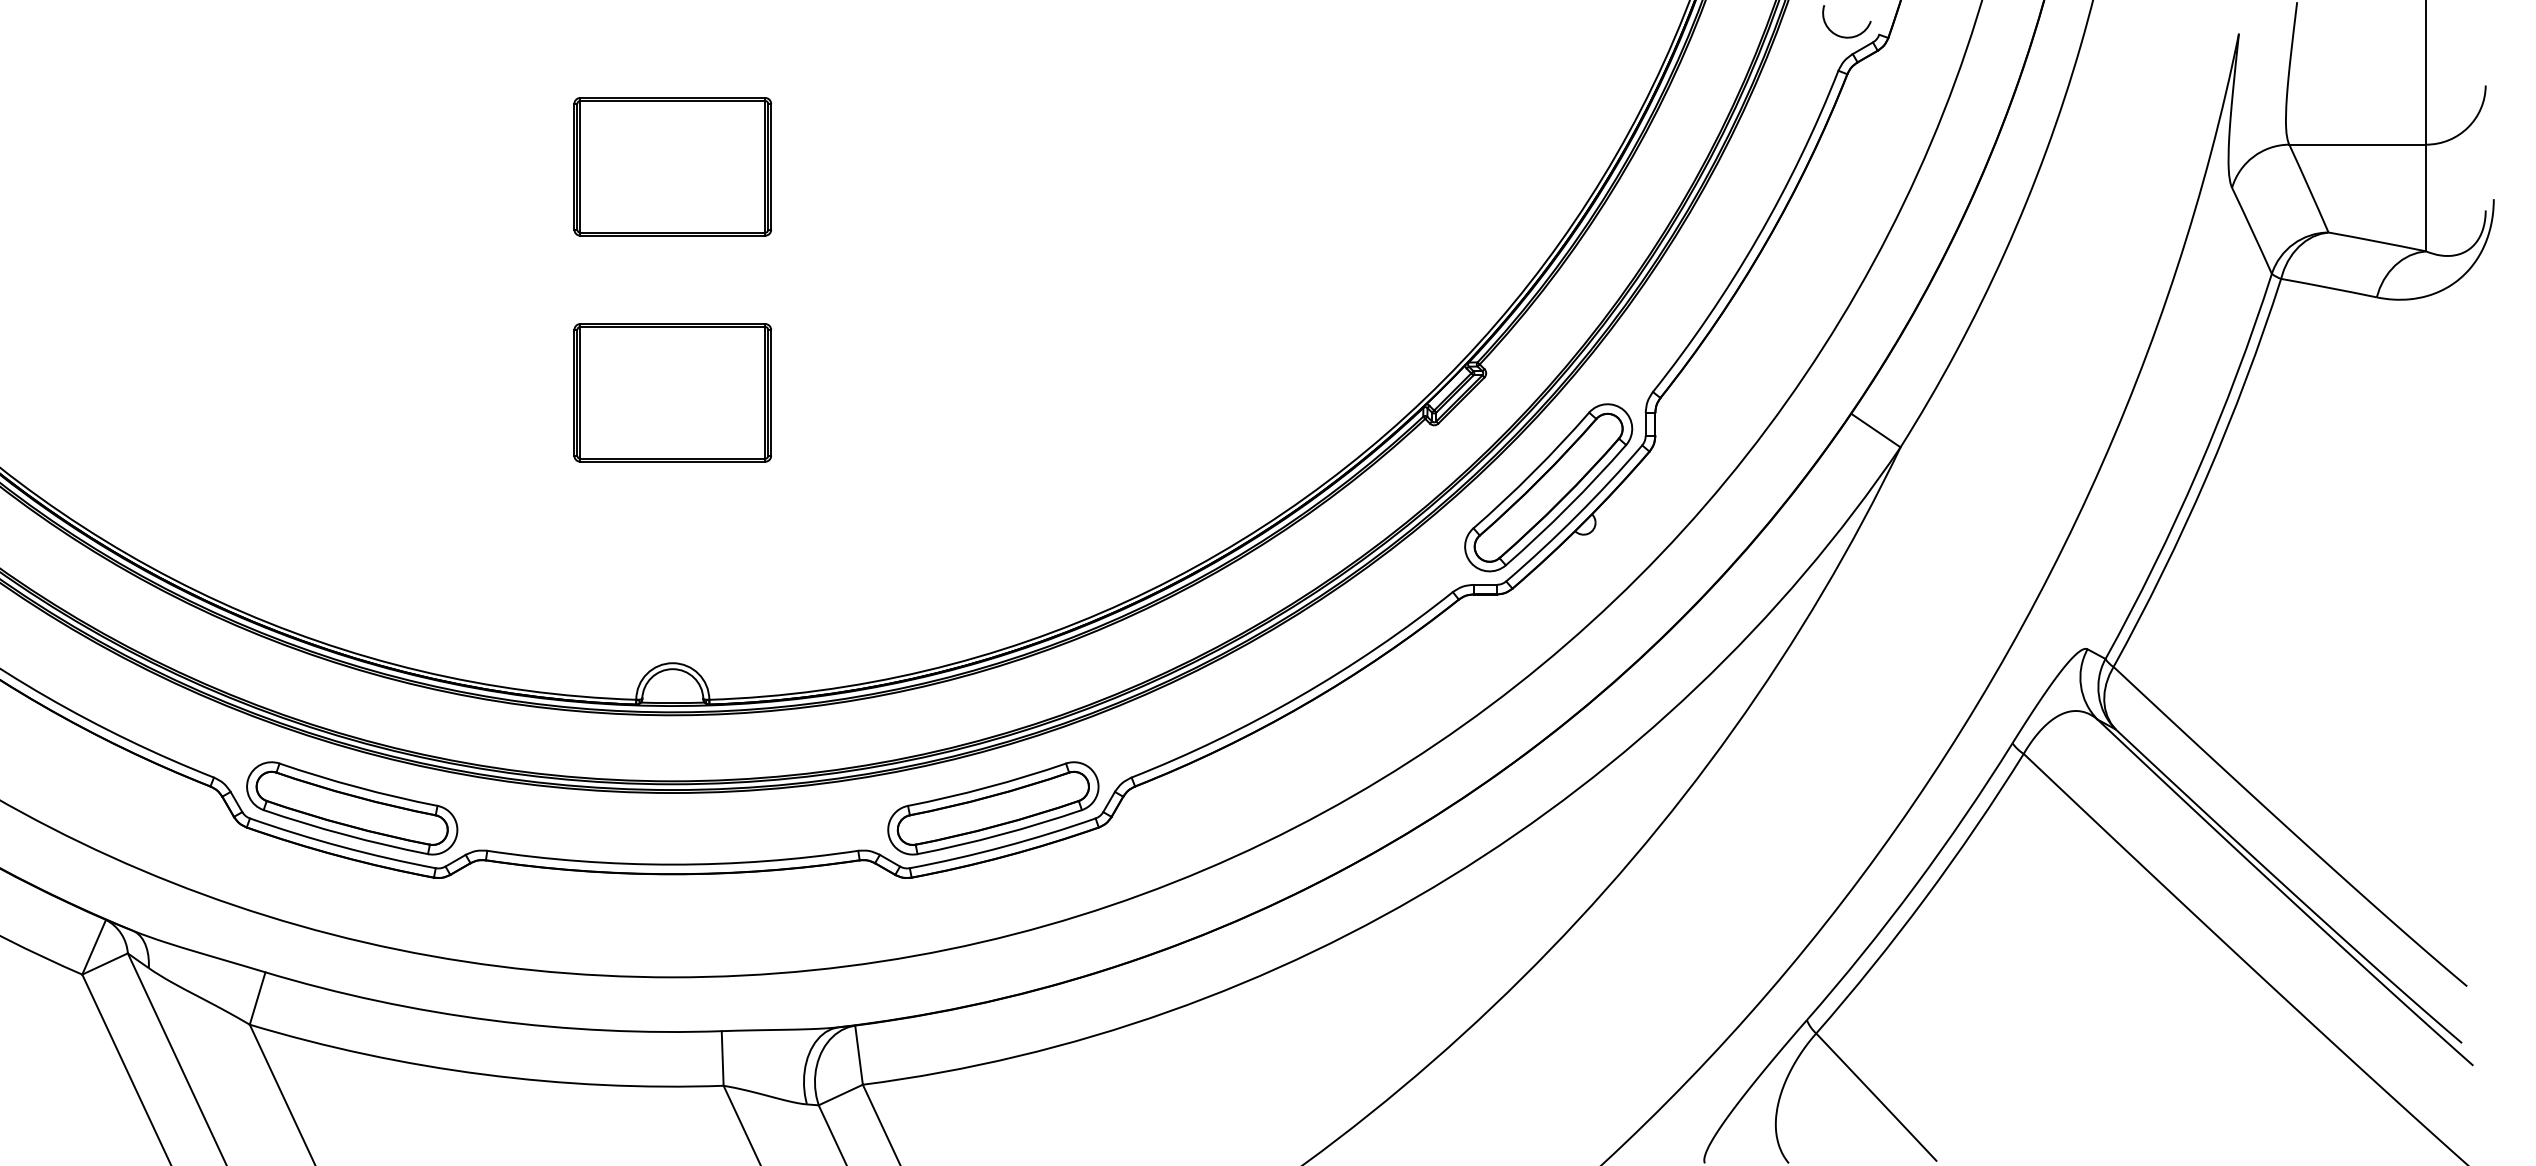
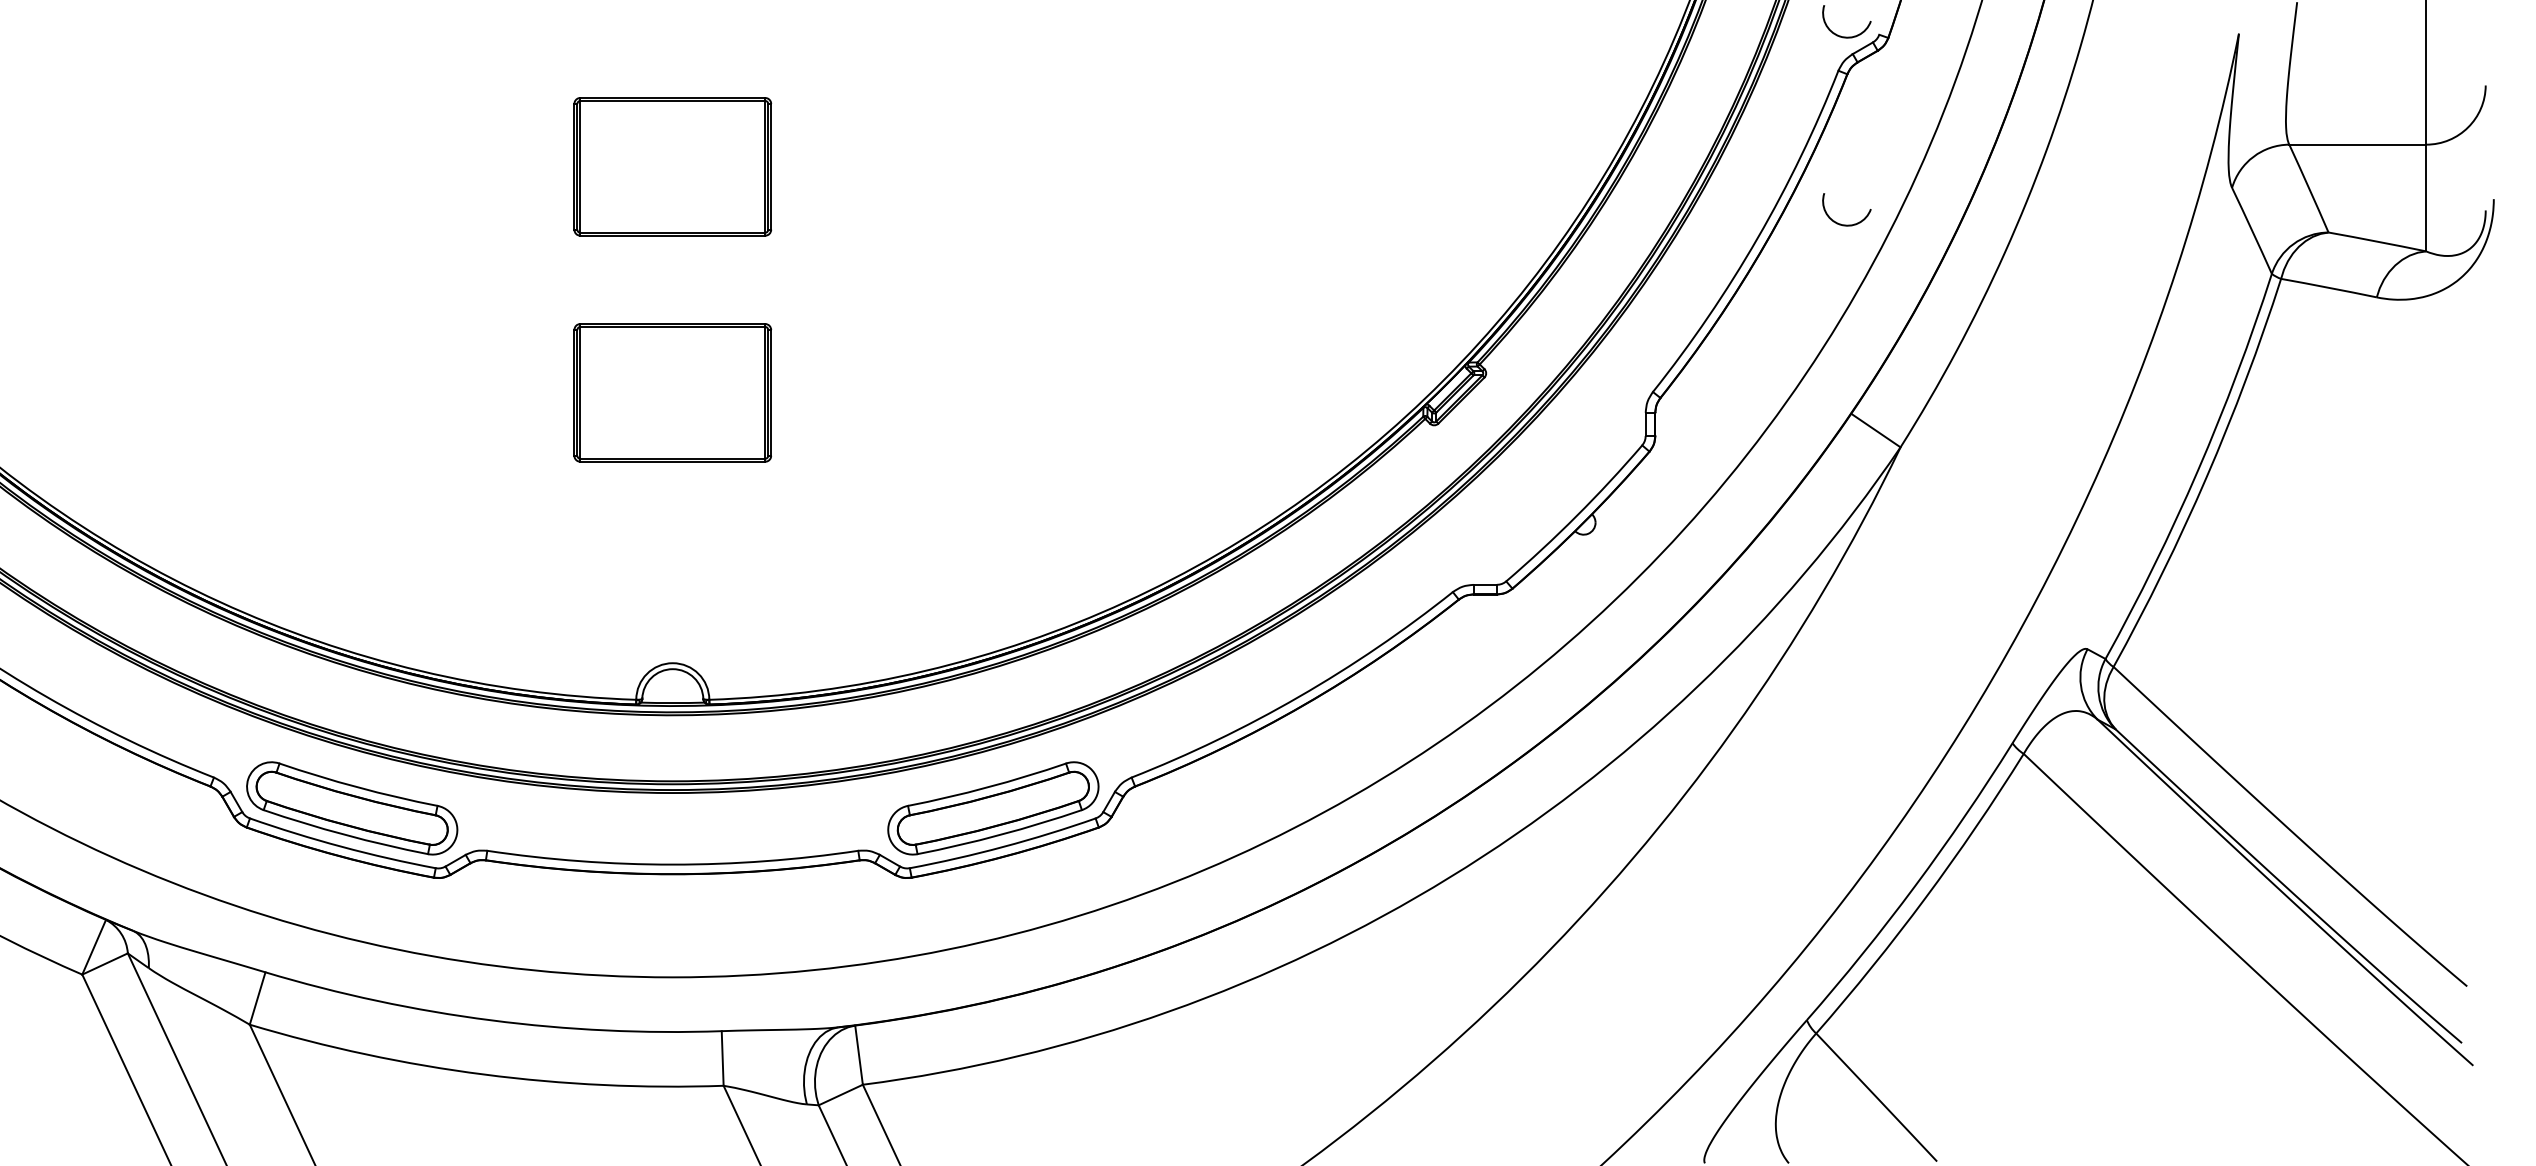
arc at (1846, 224): none -> present
part at (1548, 487): present -> none
